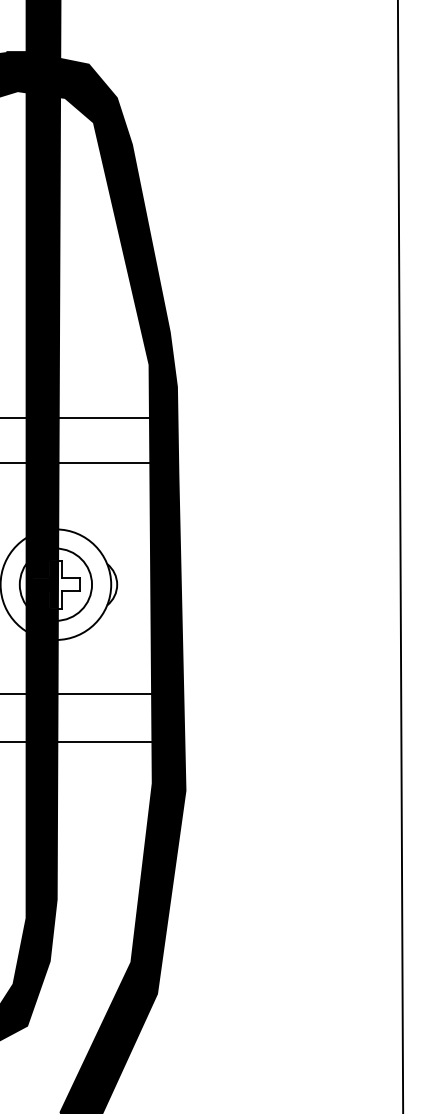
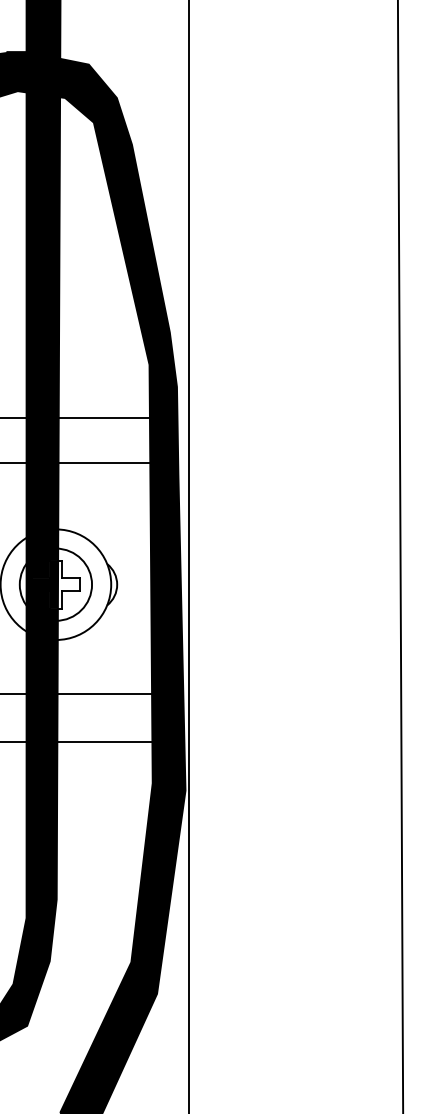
line at (188, 556): none -> present
